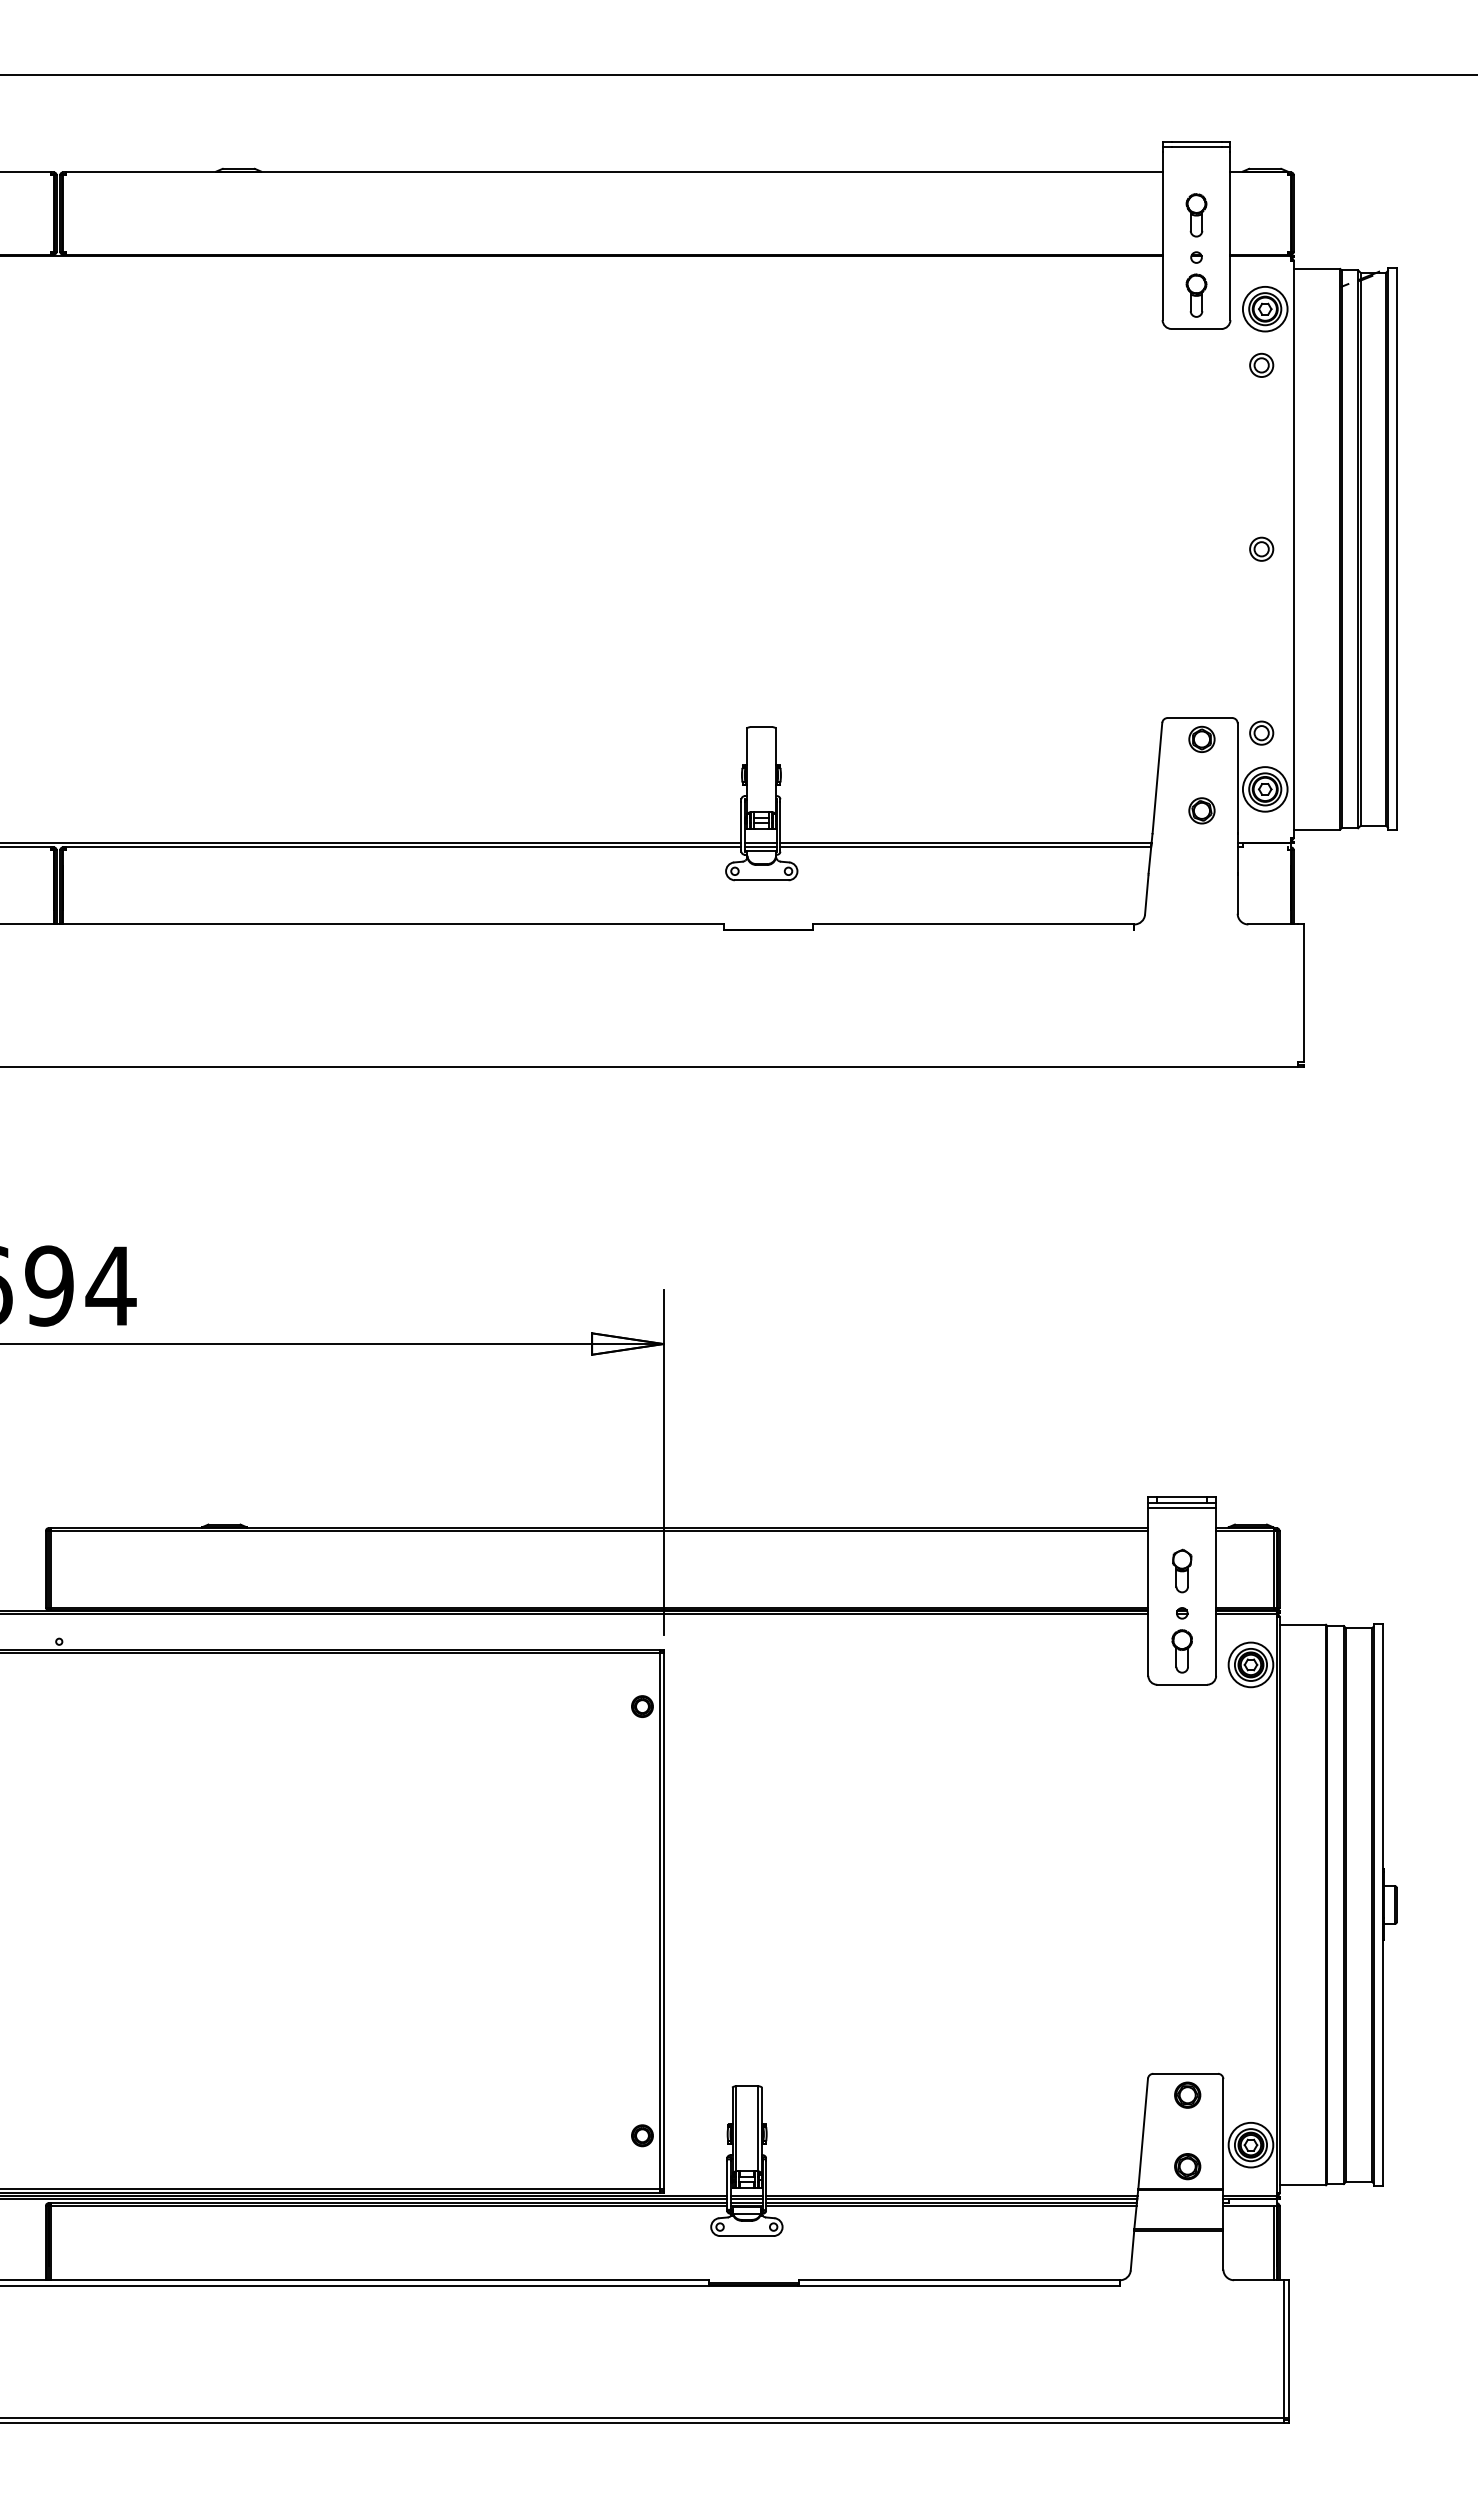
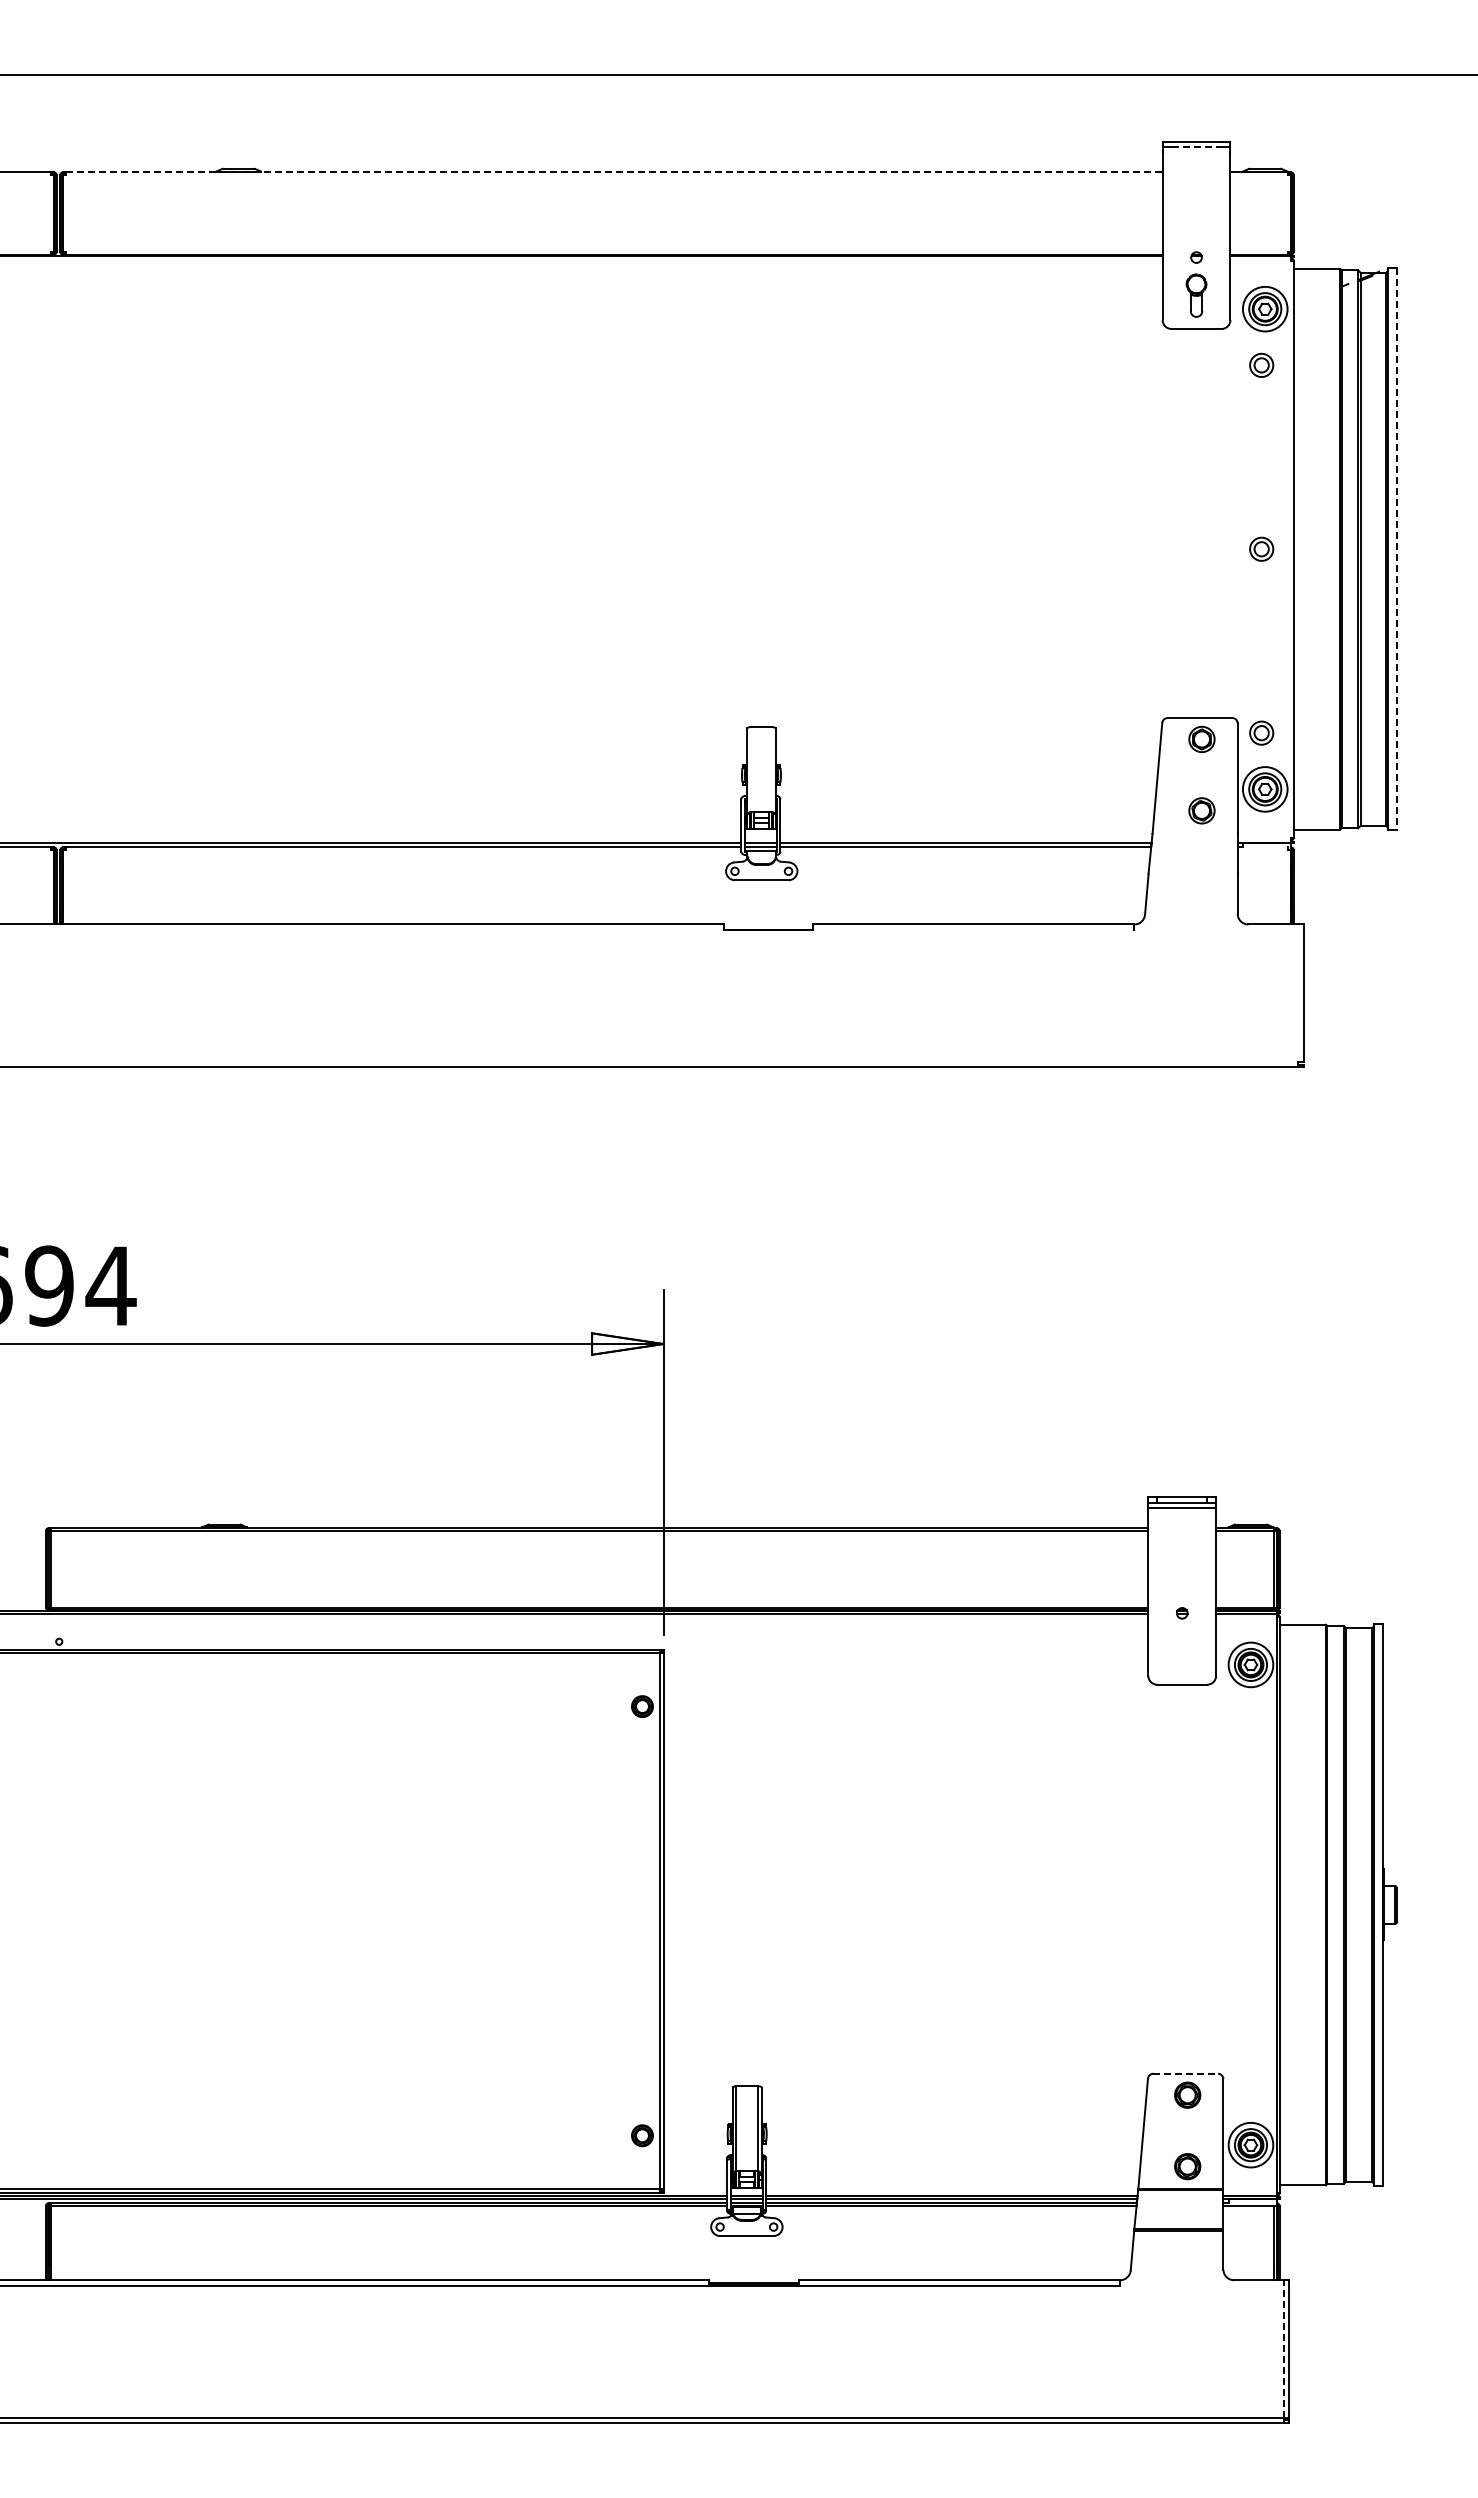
line at (1196, 146): solid -> dashed
line at (614, 172): solid -> dashed
part at (1196, 215): present -> none
line at (1396, 549): solid -> dashed
part at (1182, 1570): present -> none
part at (1181, 1651): present -> none
line at (1186, 2073): solid -> dashed
line at (1284, 2348): solid -> dashed
